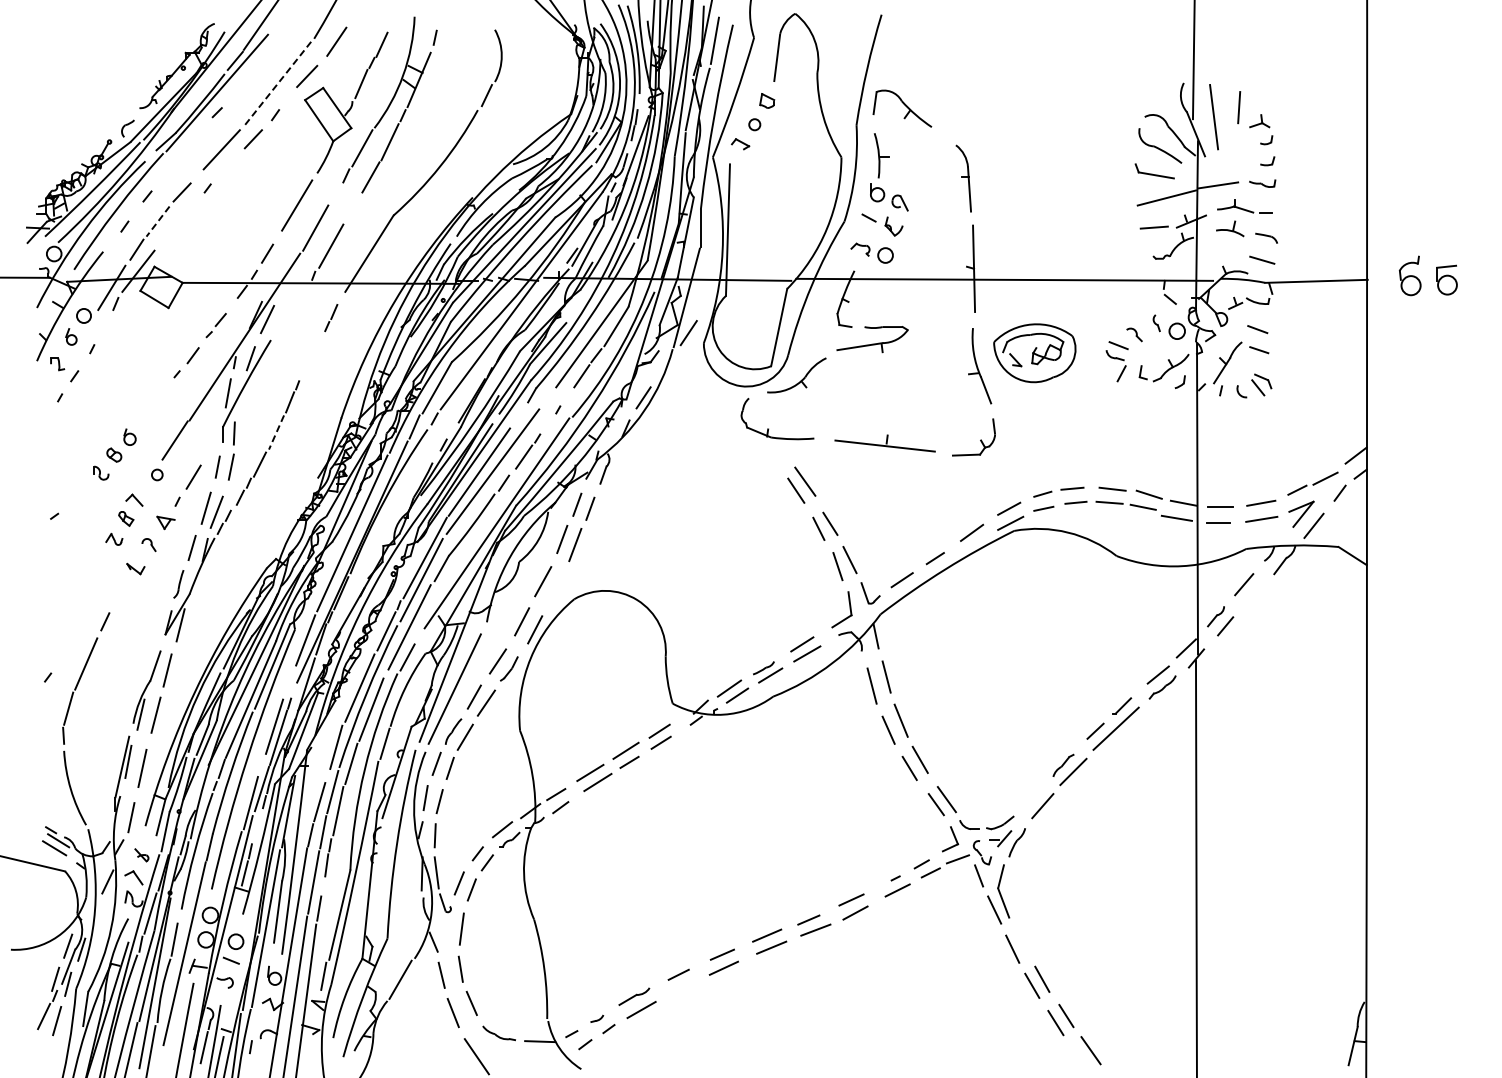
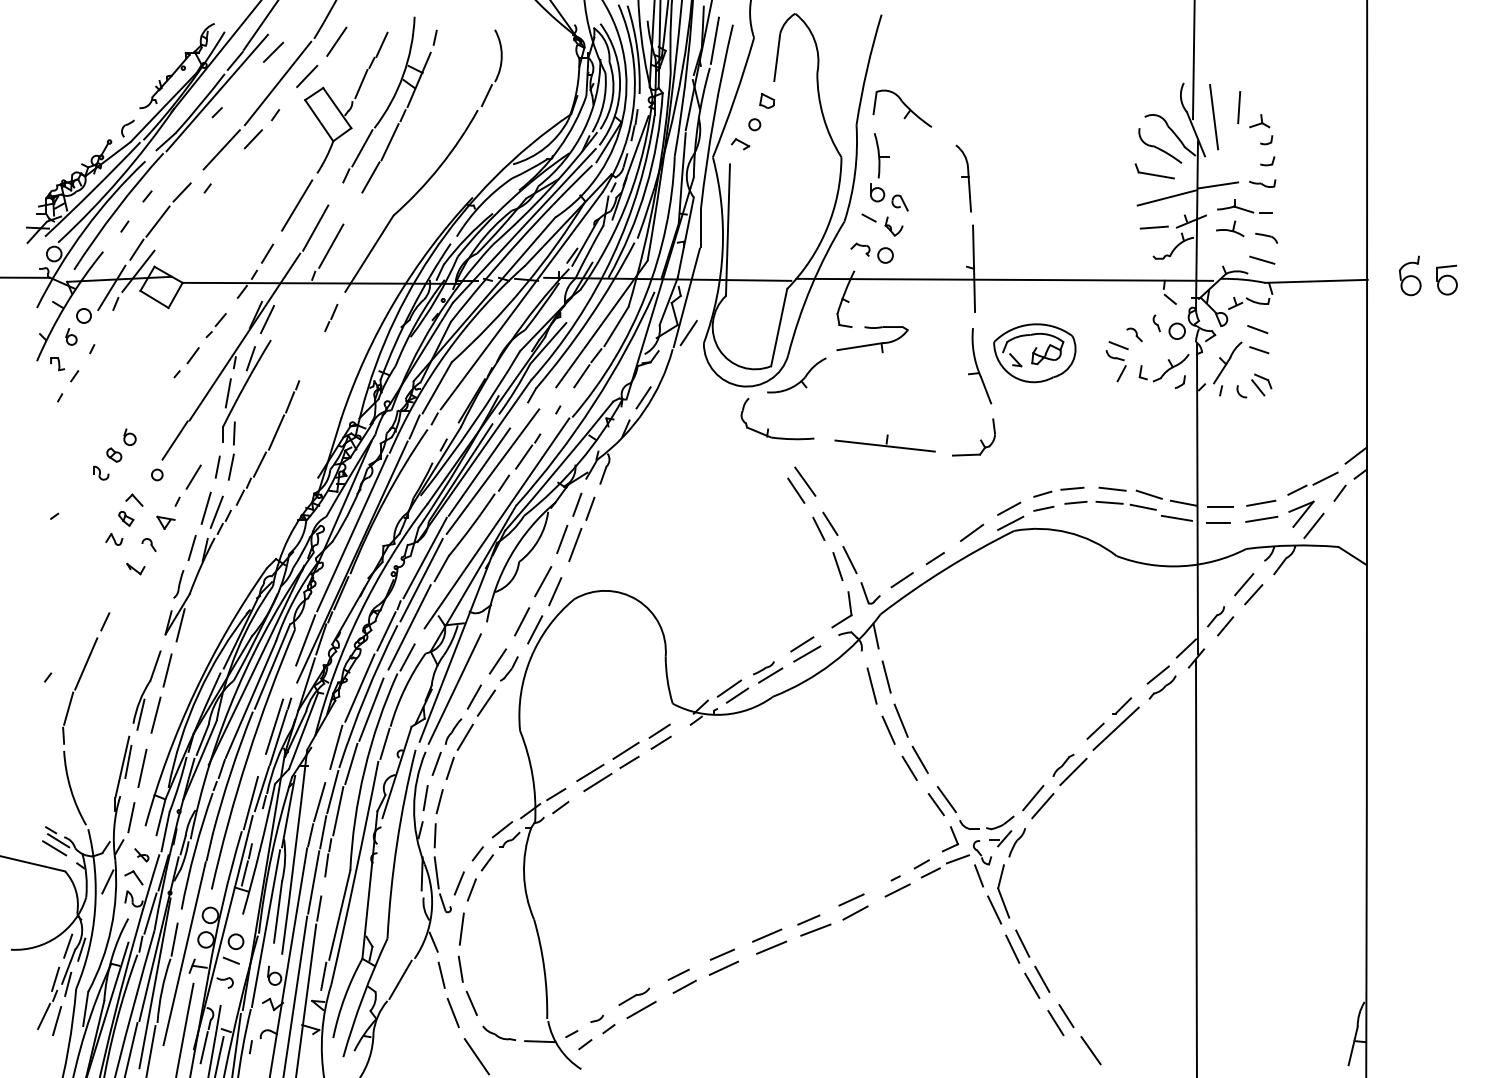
line at (273, 51): none -> present
line at (277, 83): dashed -> solid
line at (158, 221): dashed -> solid
line at (276, 432): dashed -> solid
line at (555, 591): none -> present
line at (1253, 594): none -> present
line at (1033, 798): none -> present
line at (1022, 943): none -> present
line at (684, 986): none -> present
